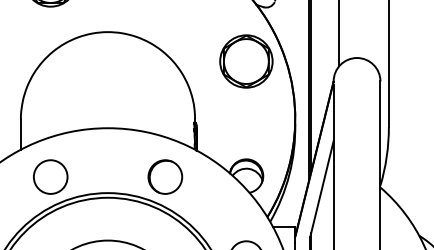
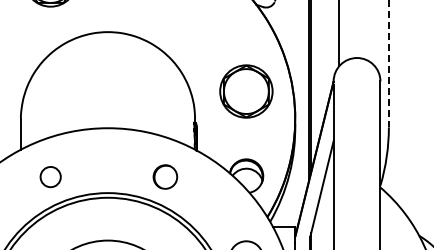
part at (246, 61) position: (246, 61) -> (246, 91)
line at (388, 64): solid -> dashed
circle at (50, 176) diameter: 34 px -> 20 px
part at (165, 176) size: 37x36 px -> 27x26 px
